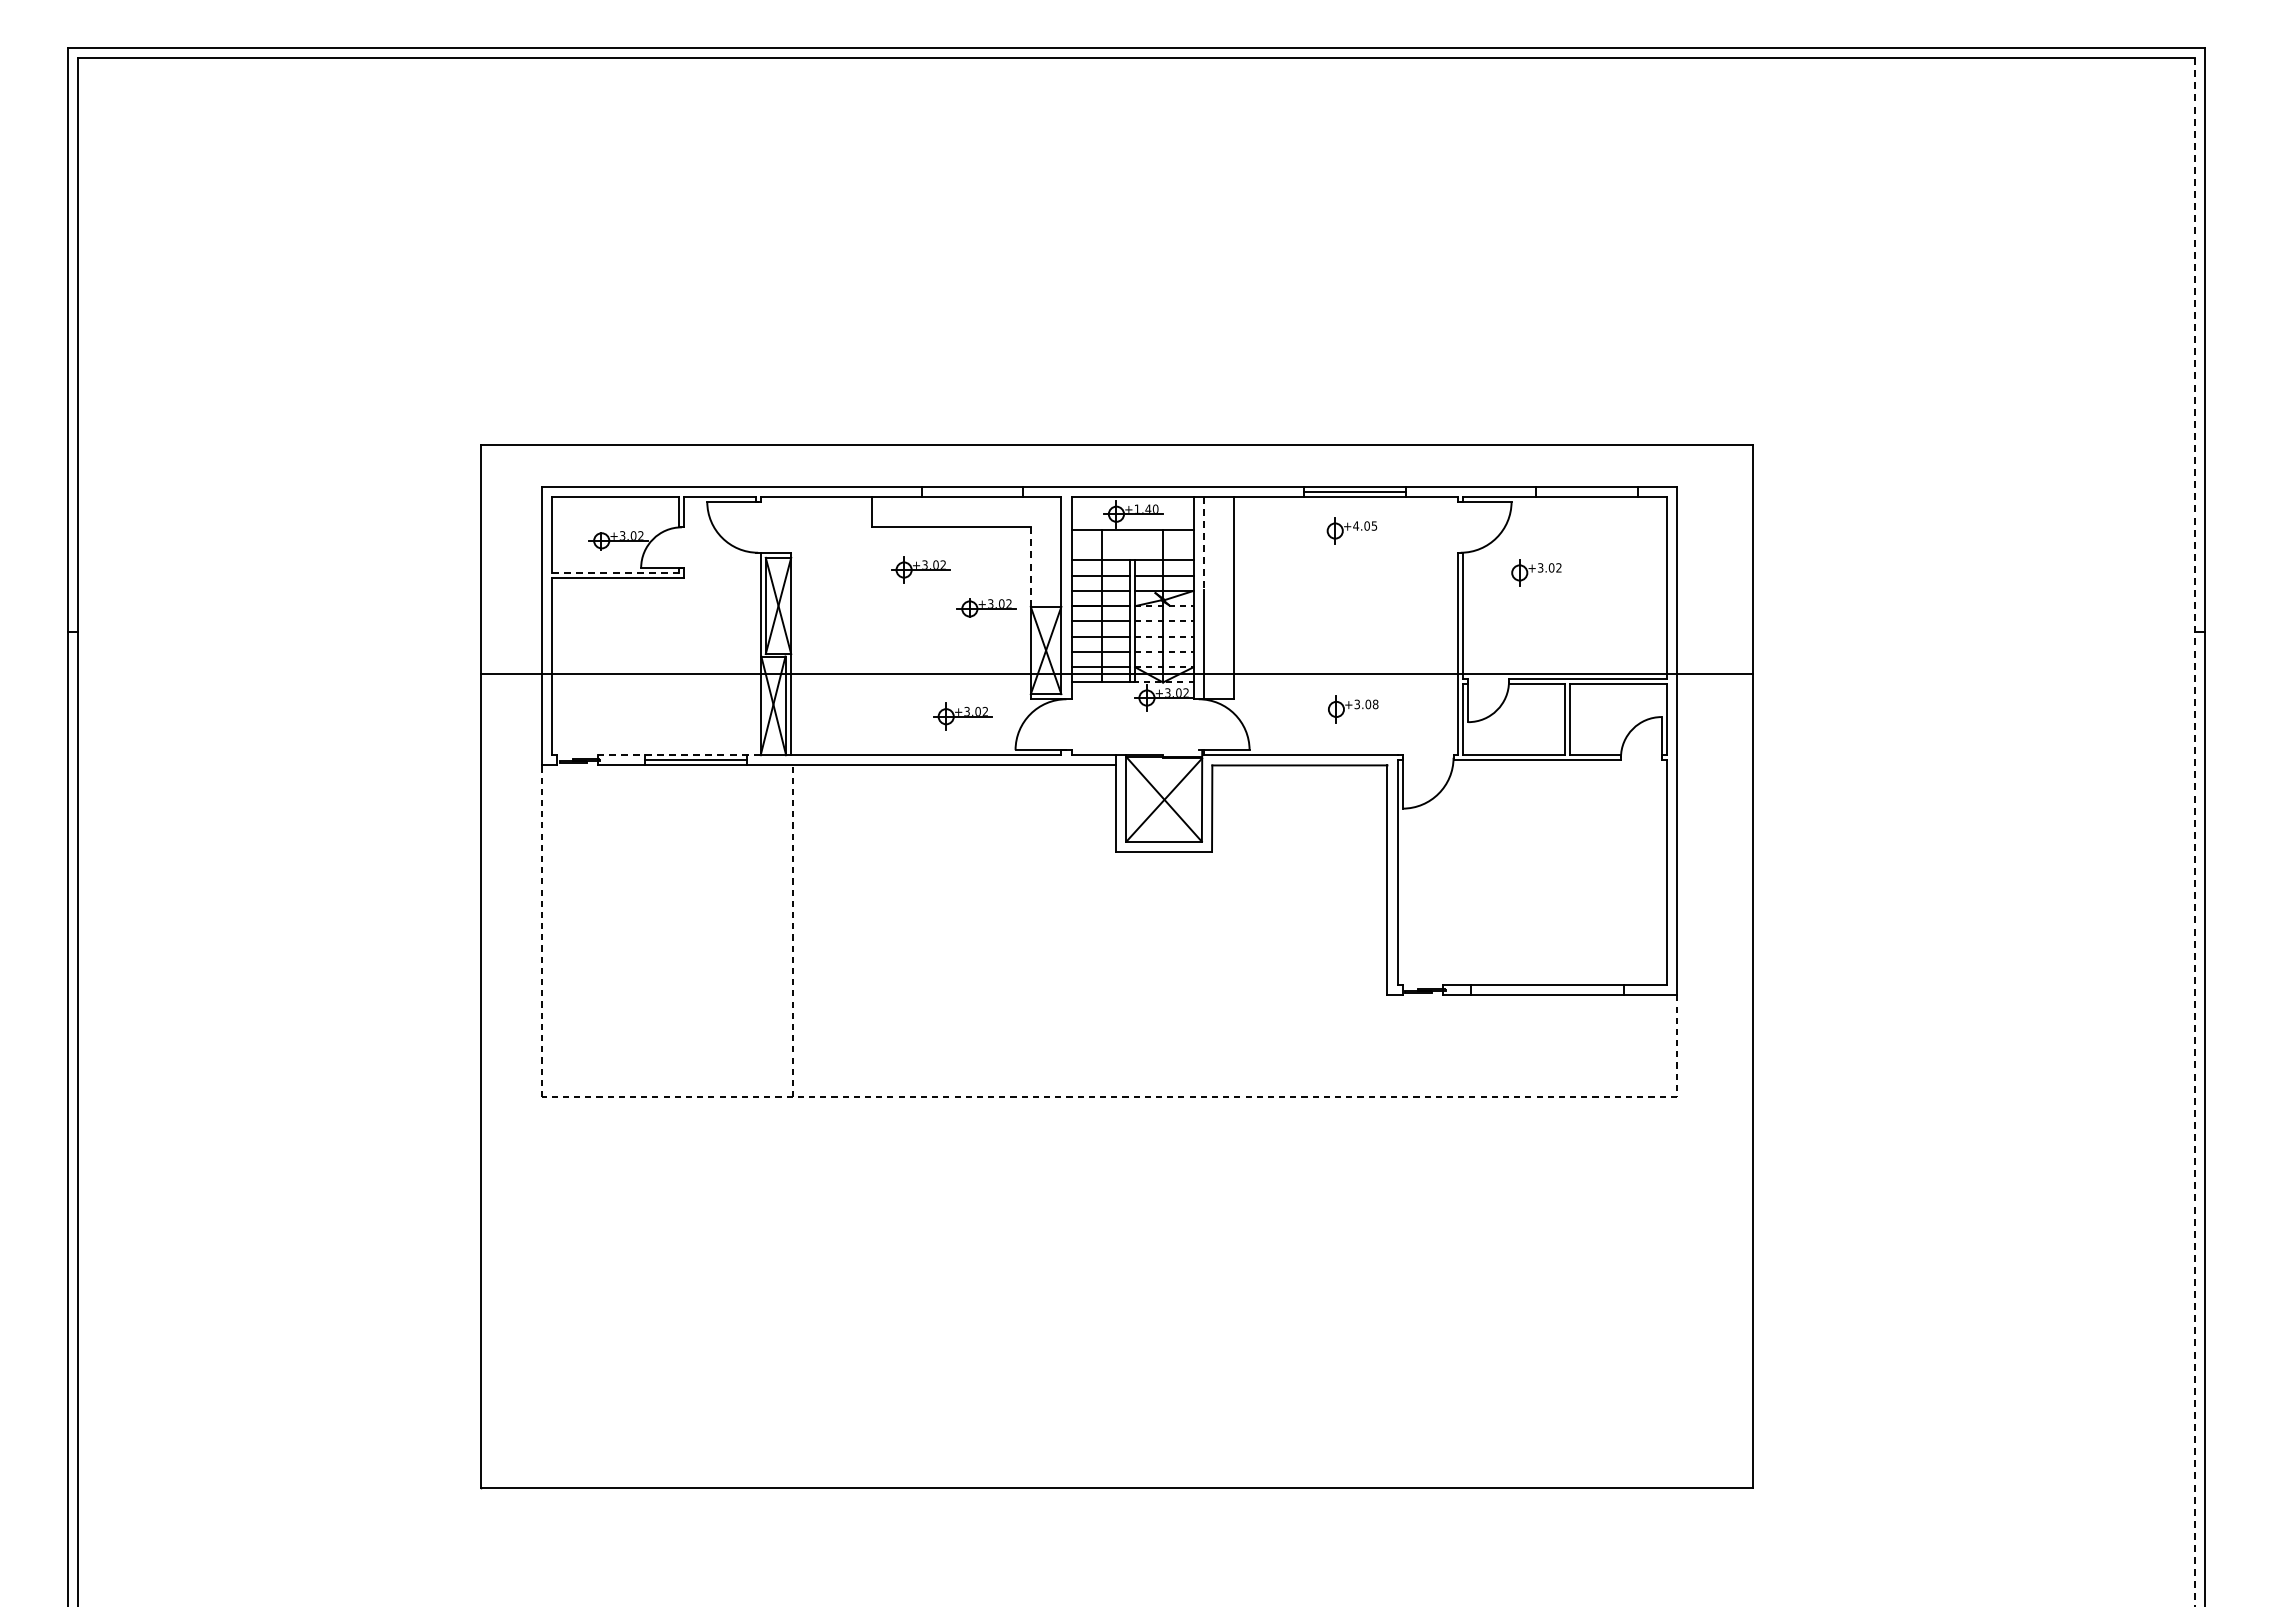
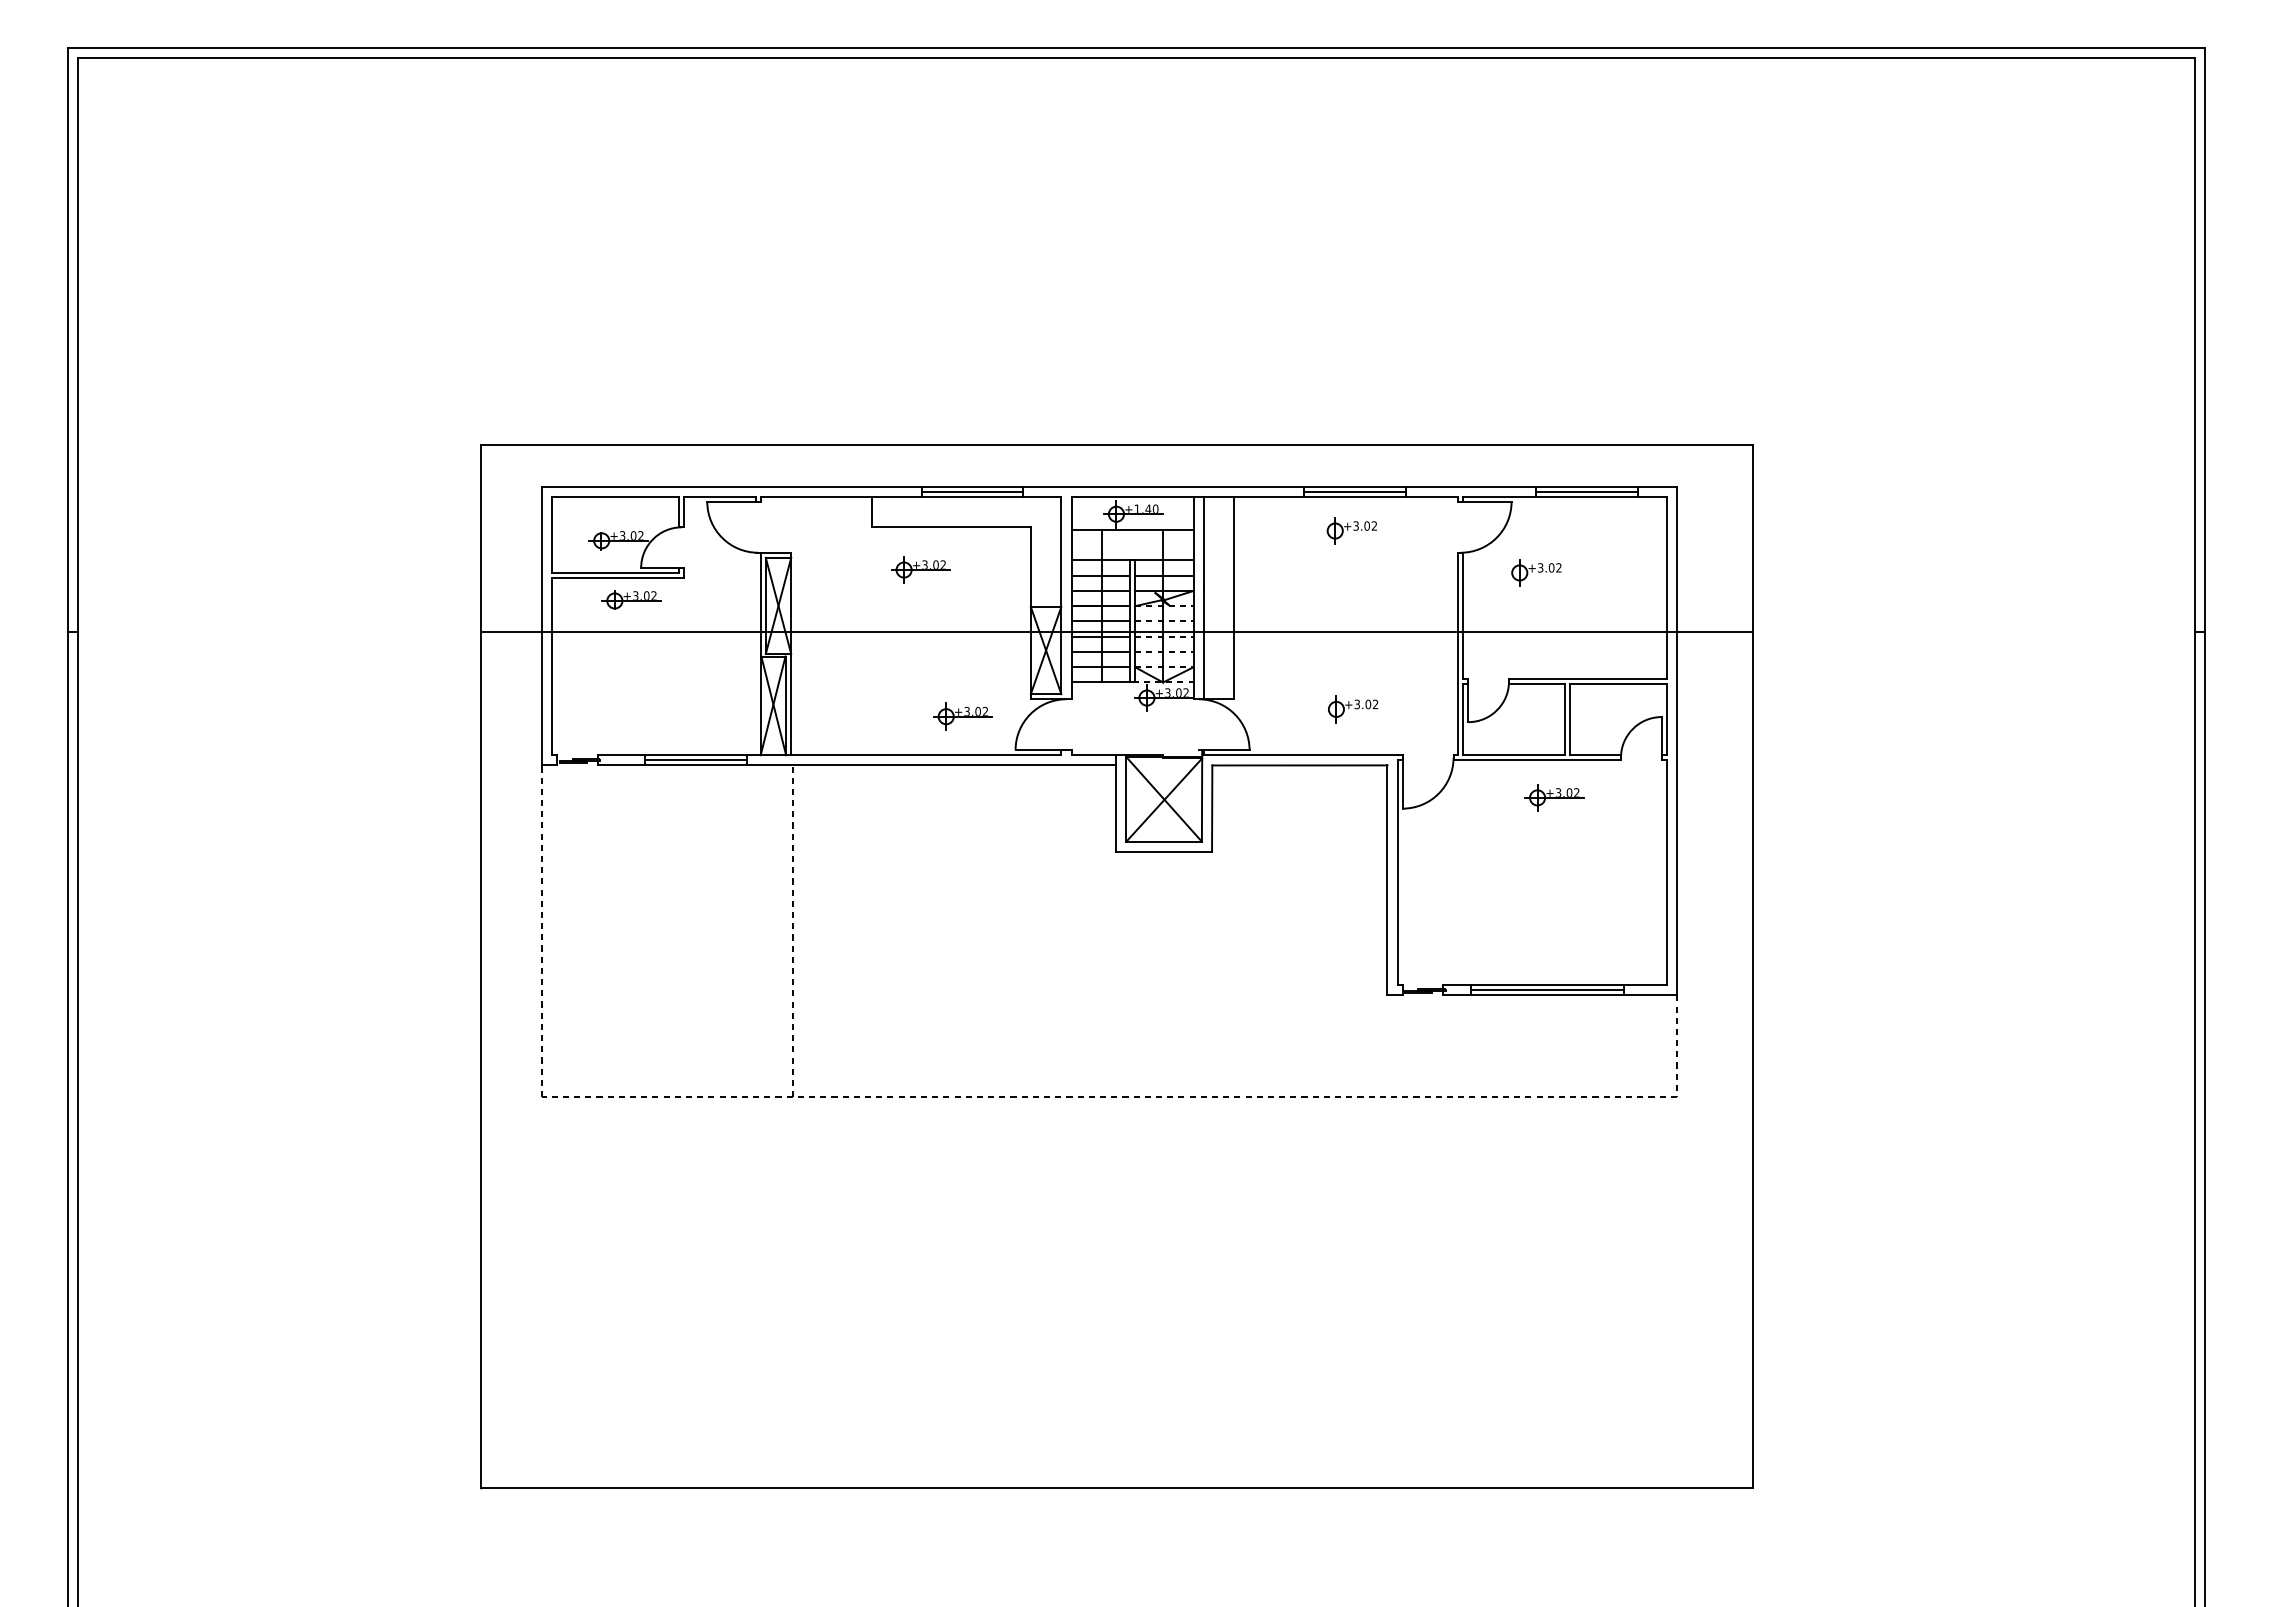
line at (972, 491): none -> present
line at (1586, 491): none -> present
text at (1365, 525): +4.05 -> +3.02
line at (1203, 543): dashed -> solid
line at (1030, 567): dashed -> solid
line at (615, 573): dashed -> solid
part at (986, 607) position: (986, 607) -> (631, 599)
line at (1116, 673) position: (1116, 673) -> (1116, 631)
text at (1375, 704): +3.08 -> +3.02
line at (678, 755): dashed -> solid
part at (1554, 797): none -> present
line at (2194, 833): dashed -> solid
line at (1547, 990): none -> present
